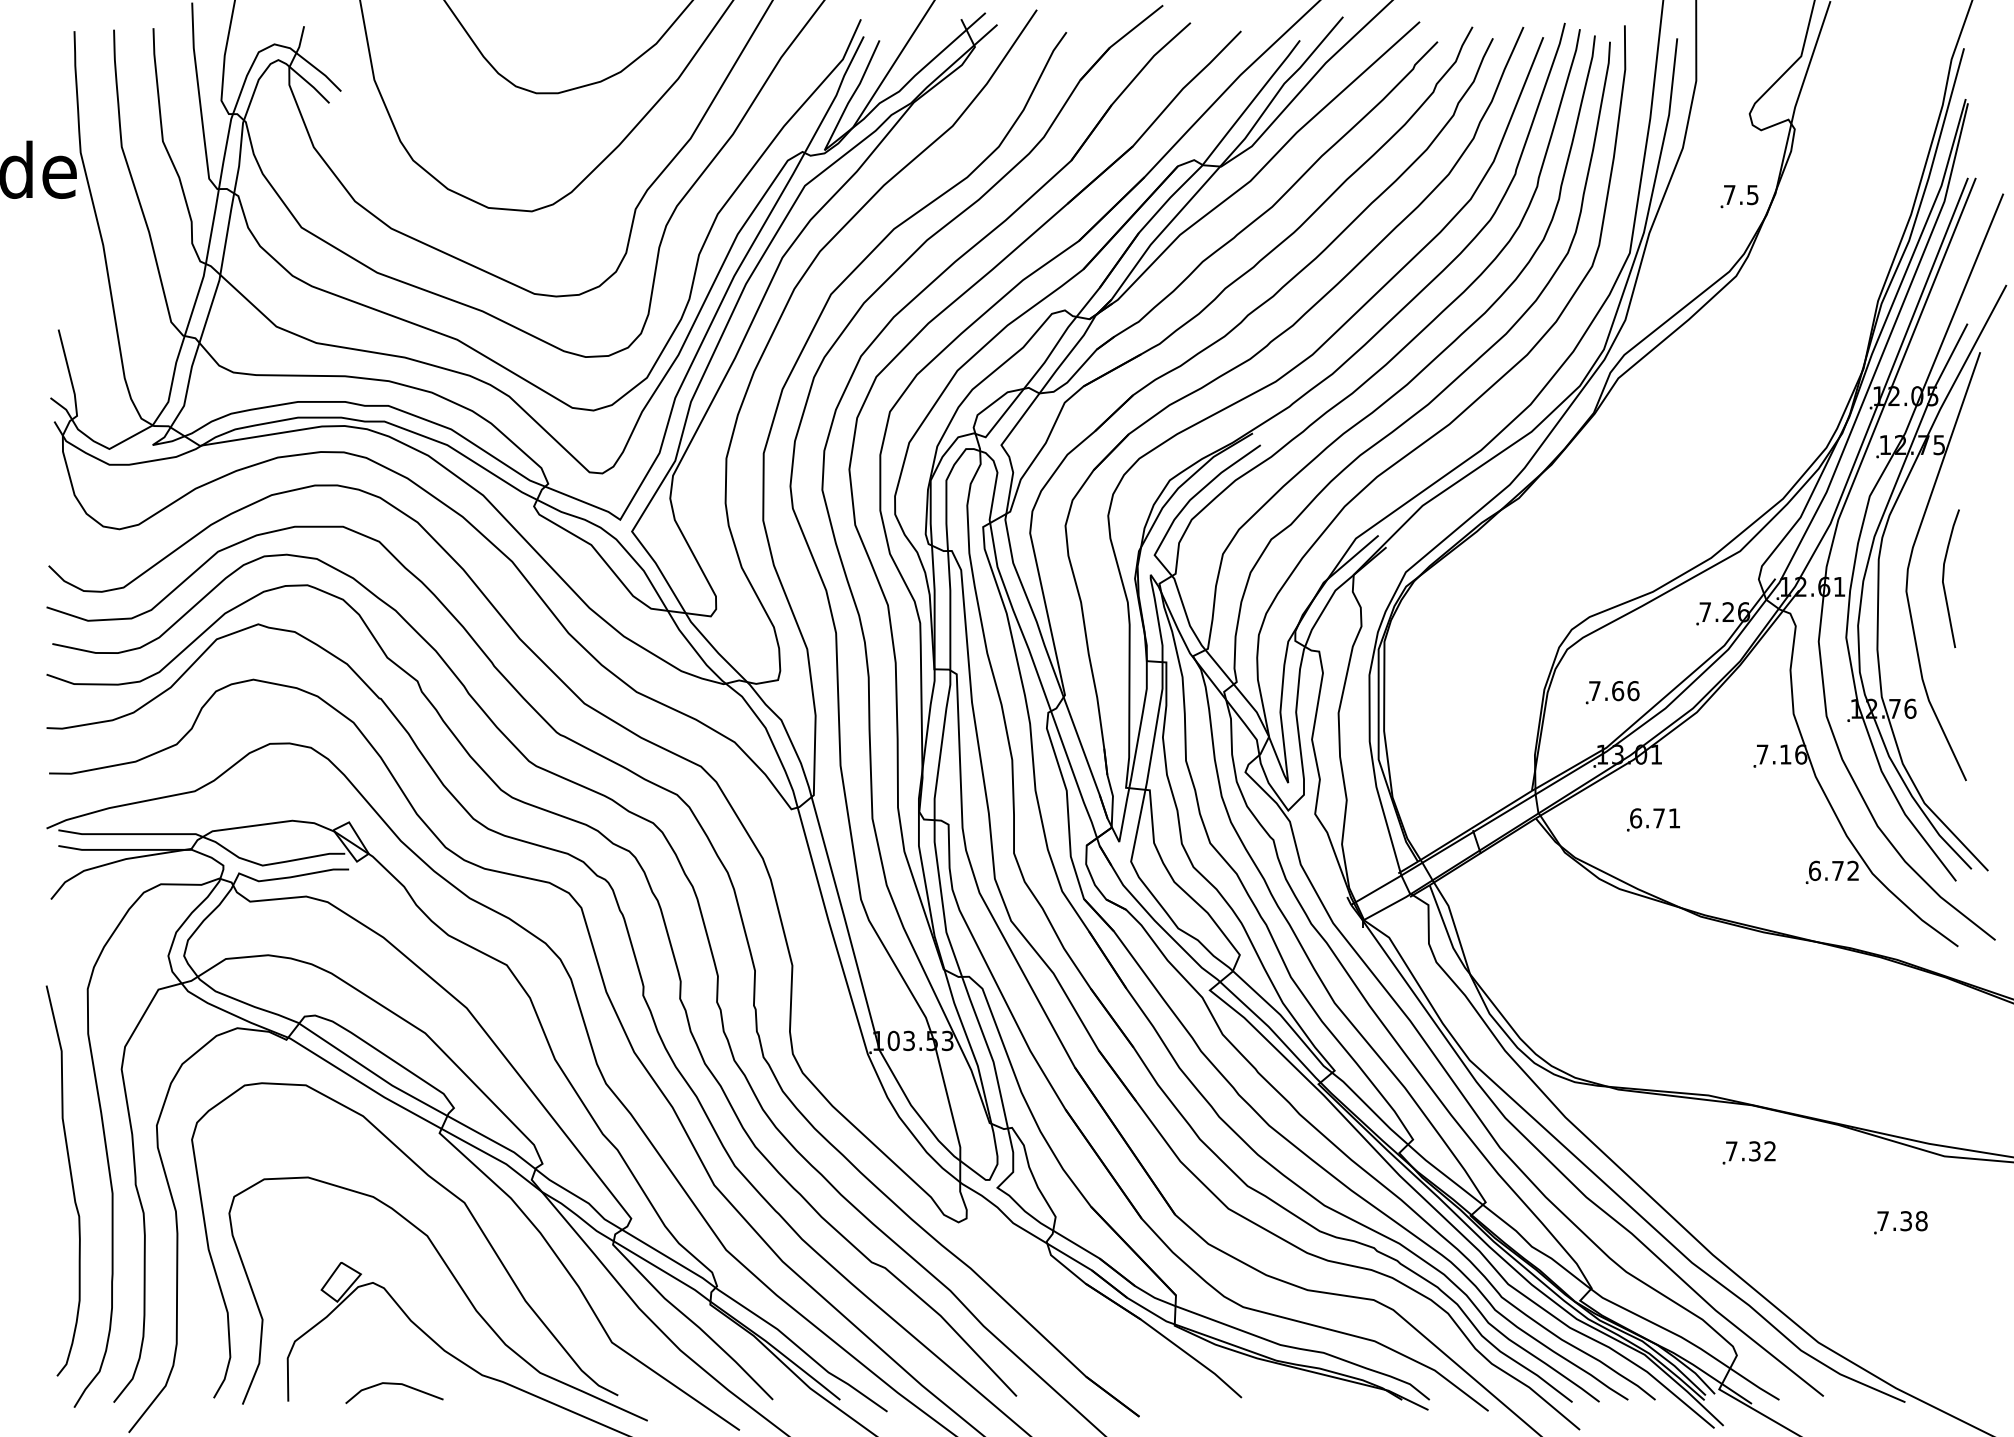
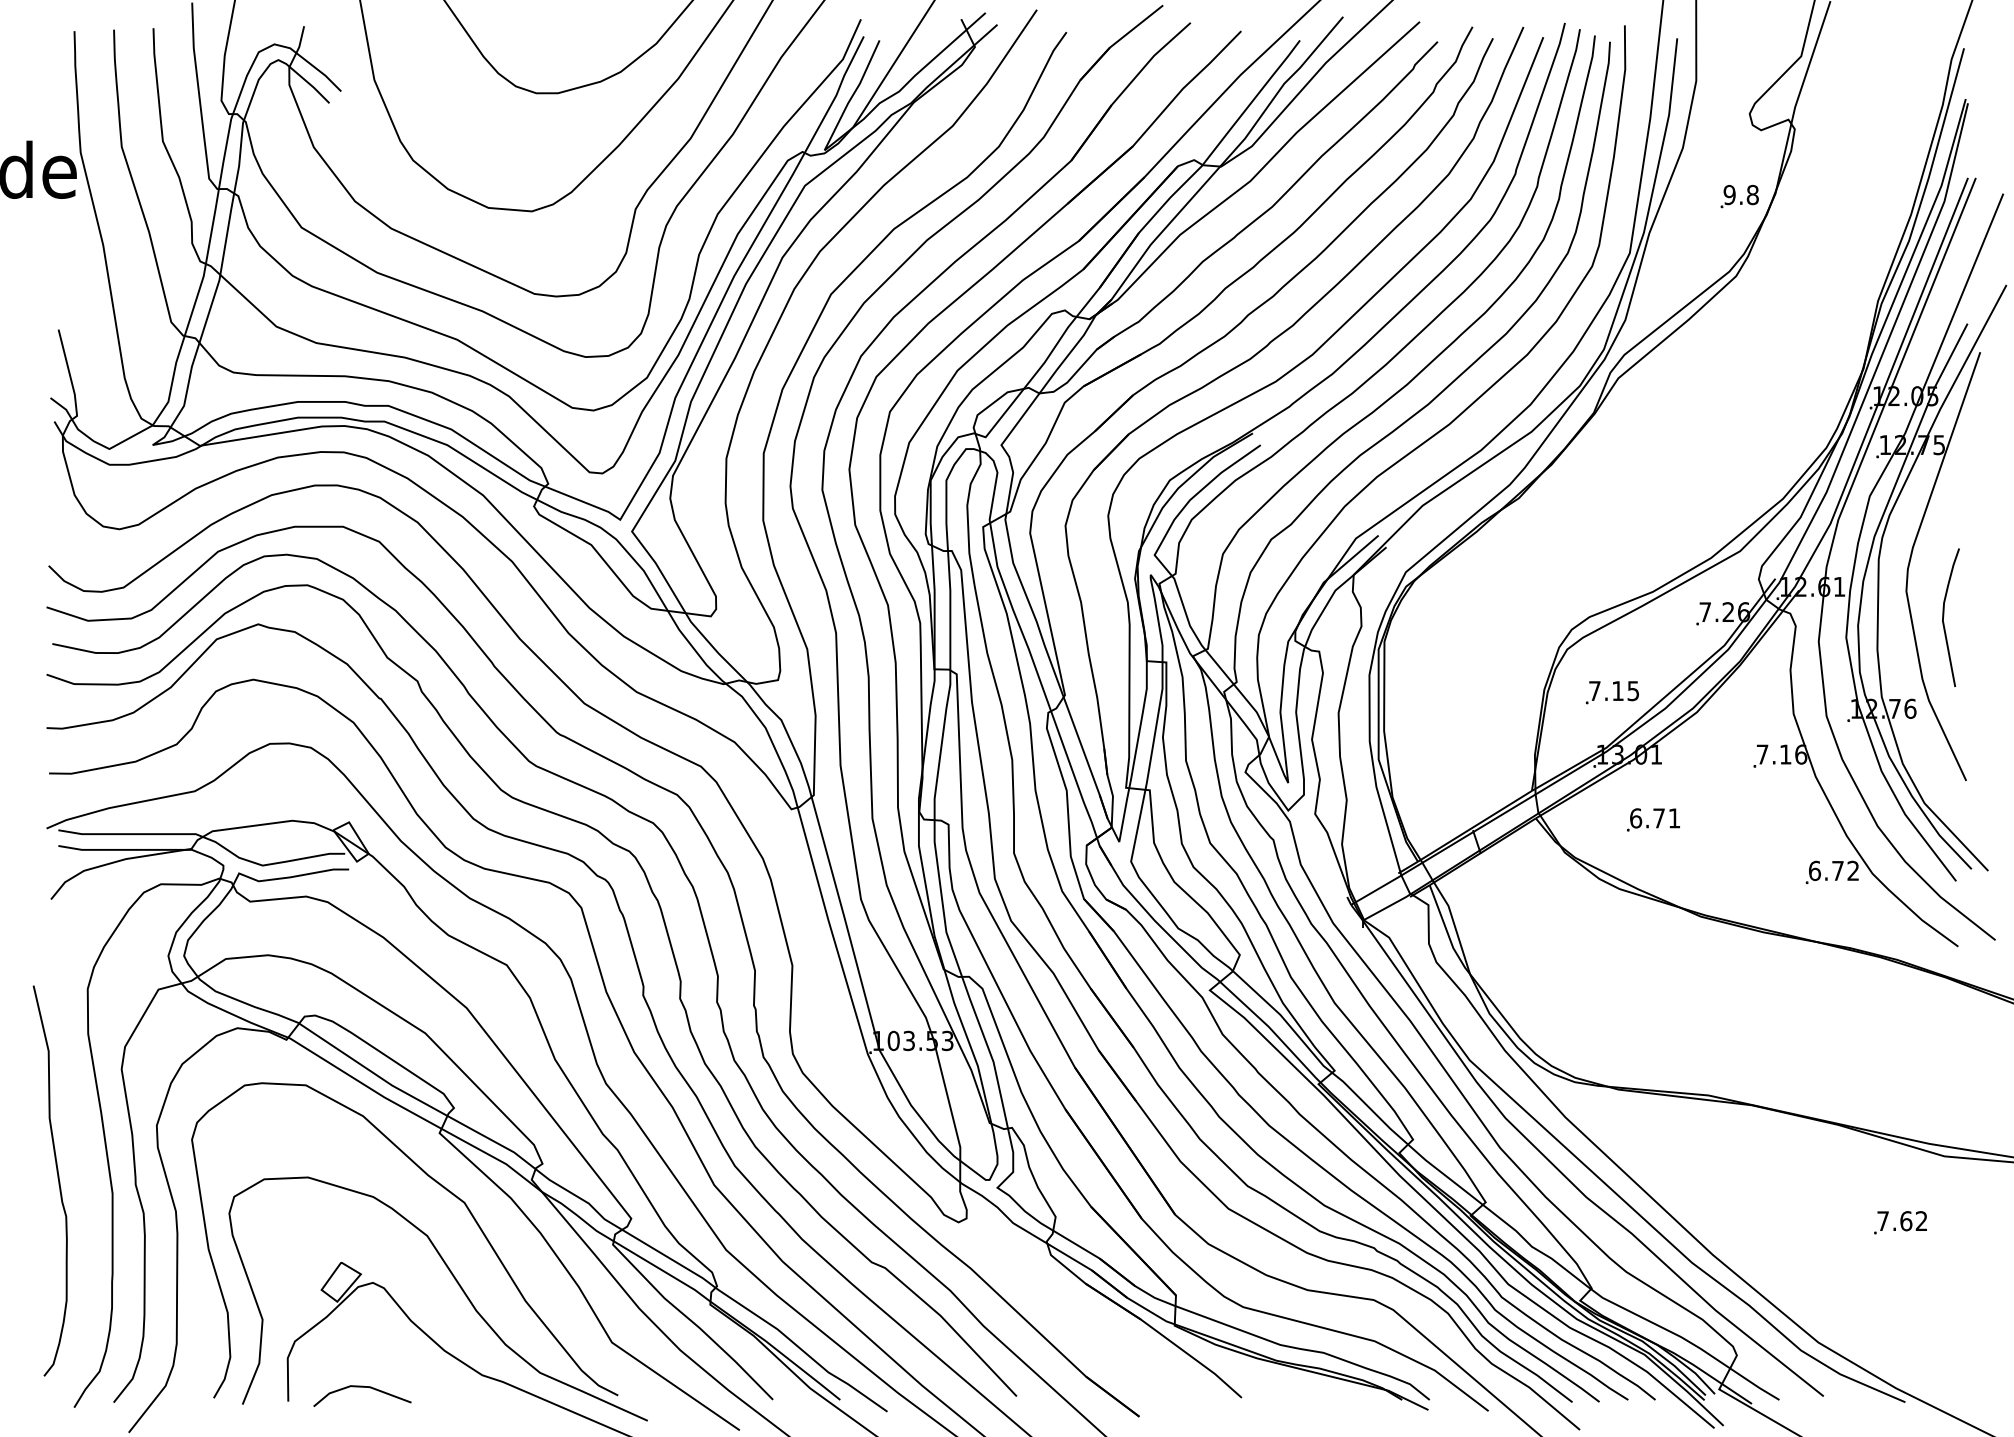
text at (1740, 194): 7.5 -> 9.8
curve at (1944, 577) position: (1944, 577) -> (1944, 616)
text at (1625, 691): 7.66 -> 7.15
part at (1748, 1152): present -> none
curve at (70, 1178) position: (70, 1178) -> (57, 1178)
text at (1913, 1221): 7.38 -> 7.62
line at (394, 1384) position: (394, 1384) -> (362, 1387)
